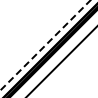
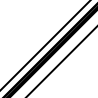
line at (45, 45): dashed -> solid
